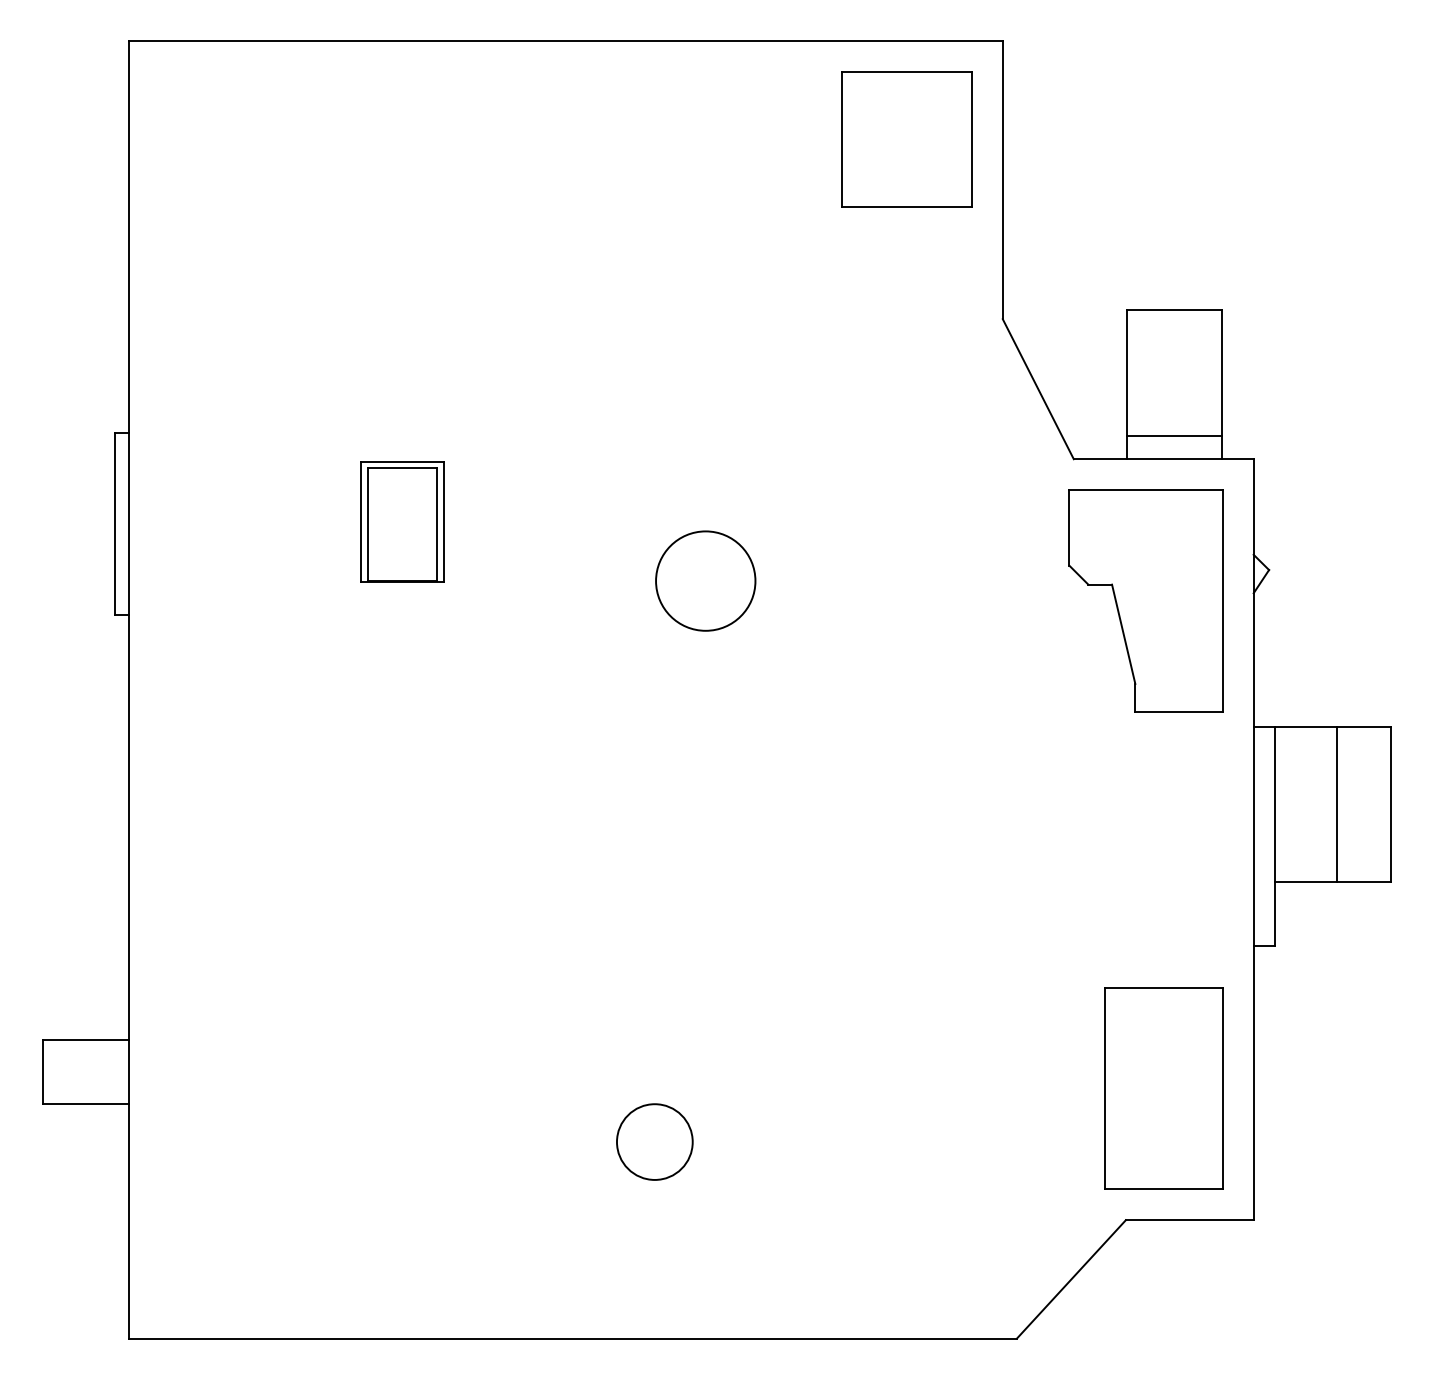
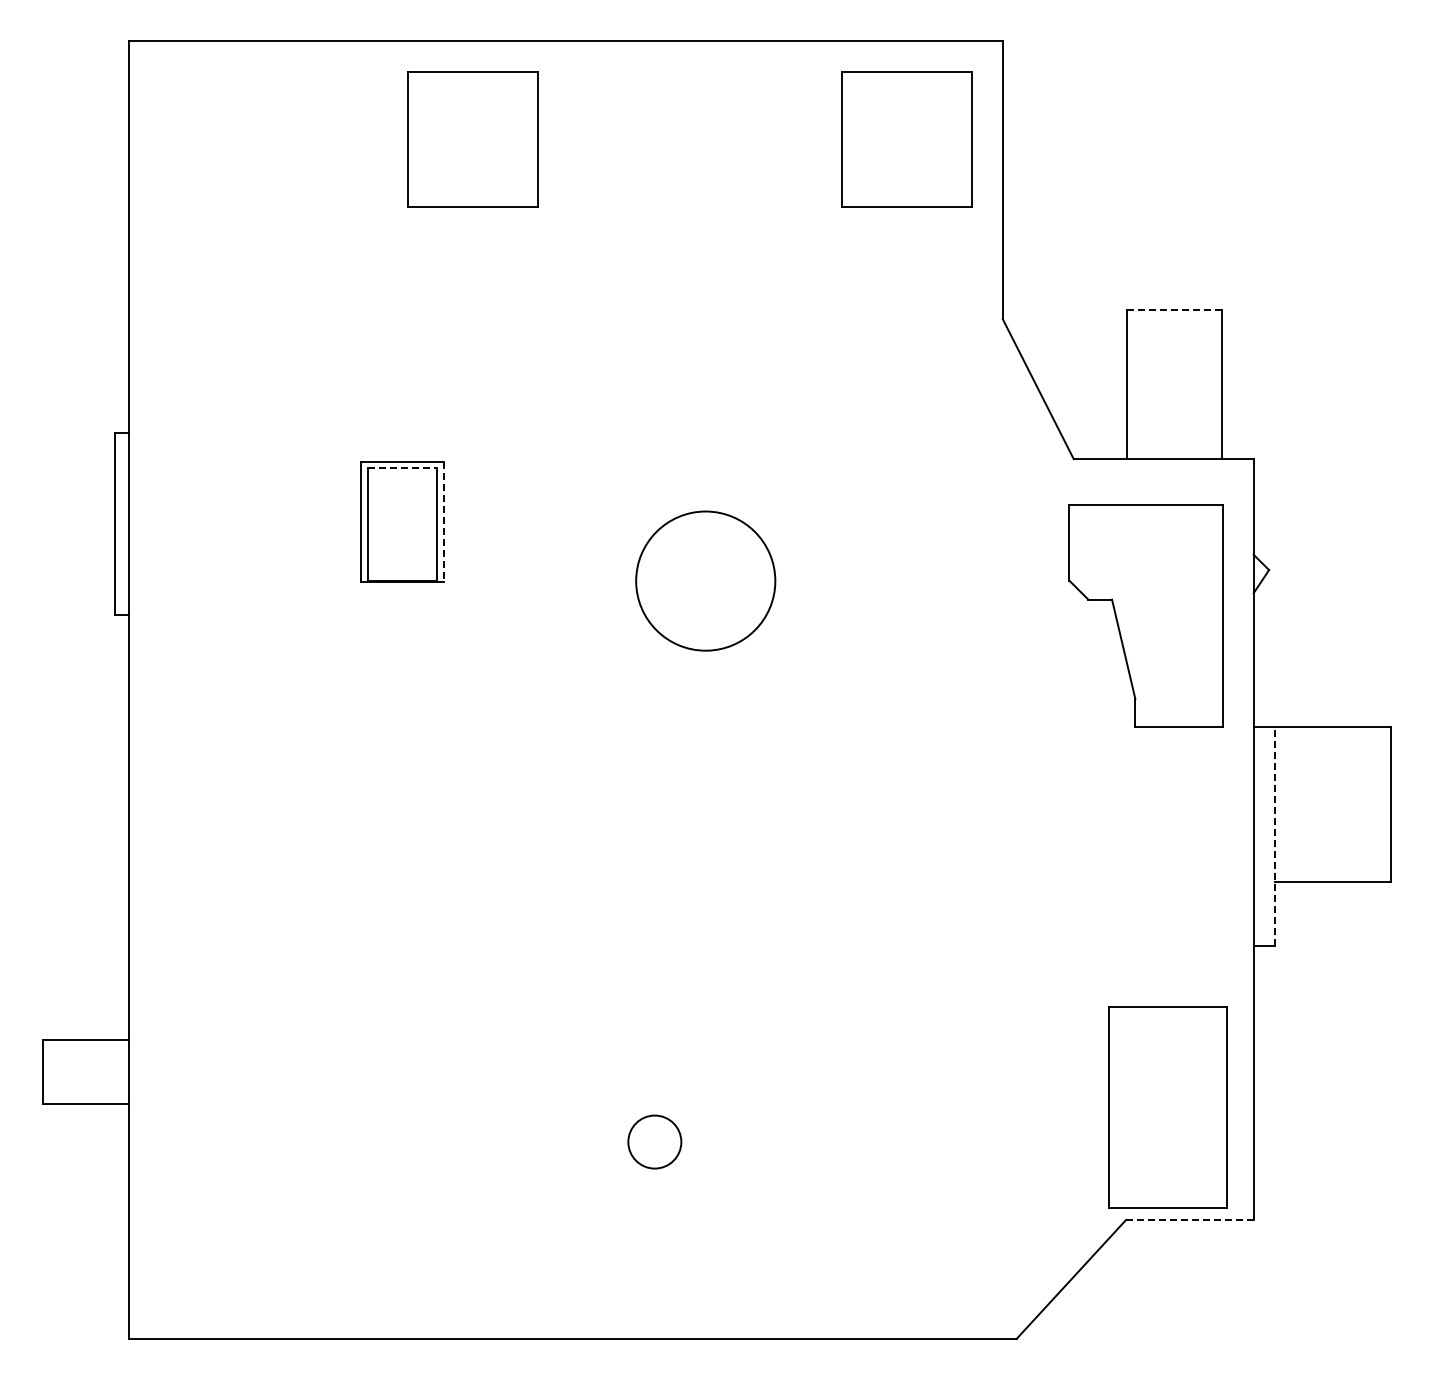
part at (472, 139): none -> present
line at (1173, 310): solid -> dashed
line at (1174, 435): present -> none
line at (403, 467): solid -> dashed
line at (444, 522): solid -> dashed
circle at (705, 580) diameter: 99 px -> 139 px
part at (1145, 600) position: (1145, 600) -> (1145, 615)
line at (1336, 803): present -> none
line at (1275, 835): solid -> dashed
part at (1163, 1088) position: (1163, 1088) -> (1167, 1107)
circle at (654, 1141) diameter: 76 px -> 53 px
line at (1189, 1220): solid -> dashed
